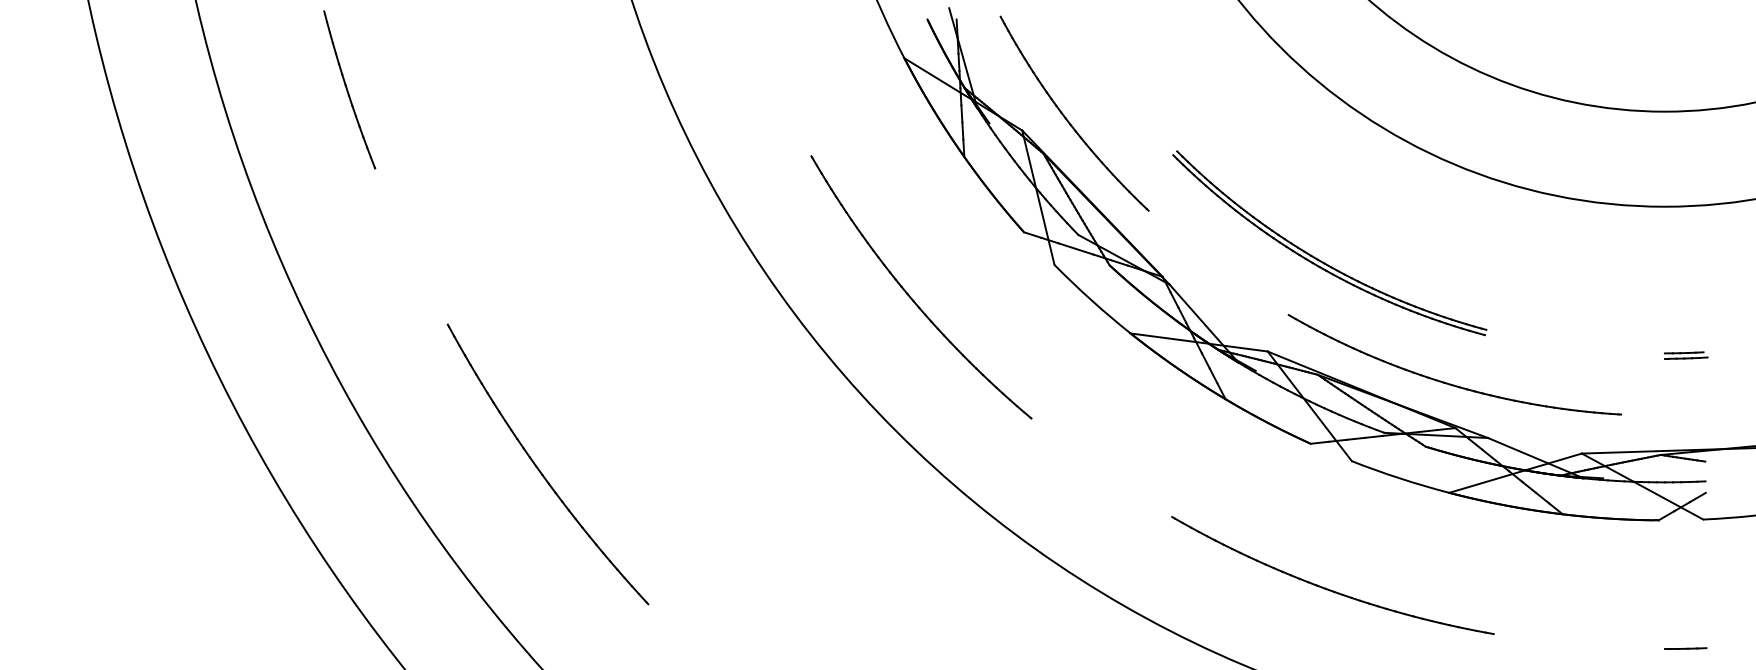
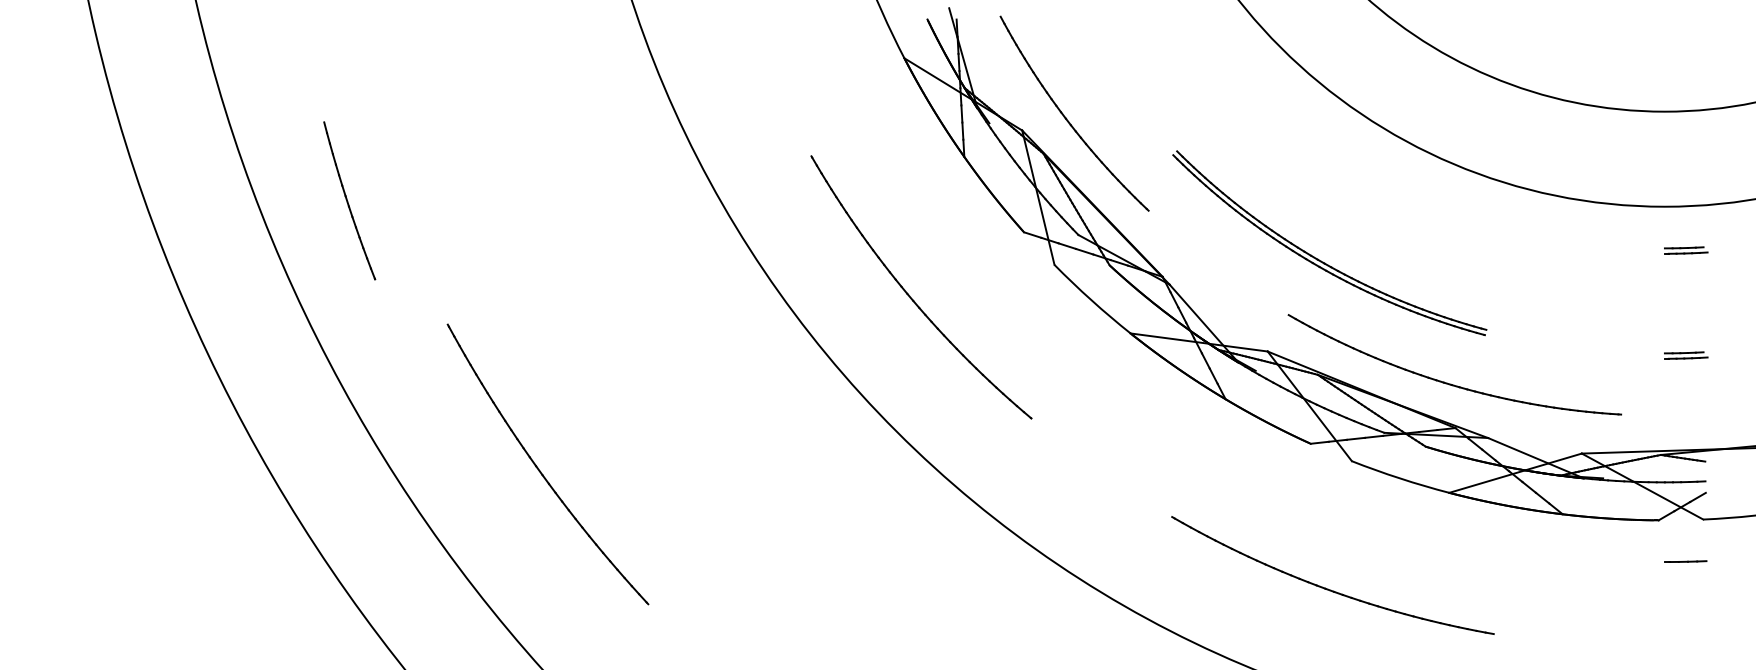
part at (349, 89) position: (349, 89) -> (349, 200)
part at (1686, 250): none -> present
line at (1685, 648) position: (1685, 648) -> (1685, 561)
